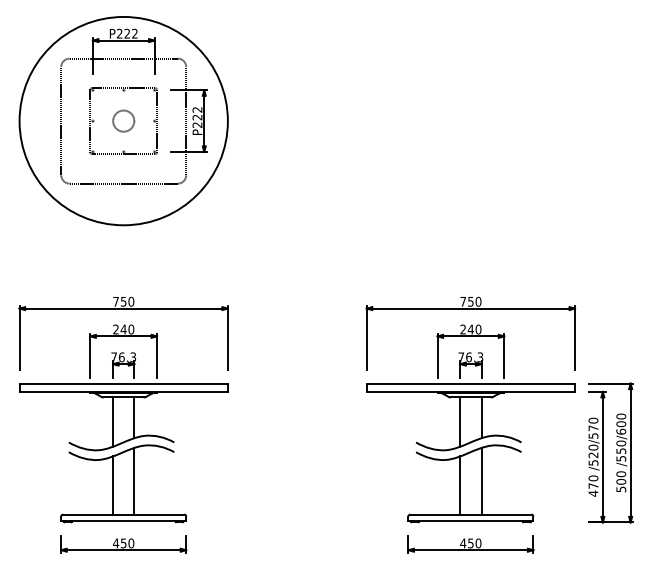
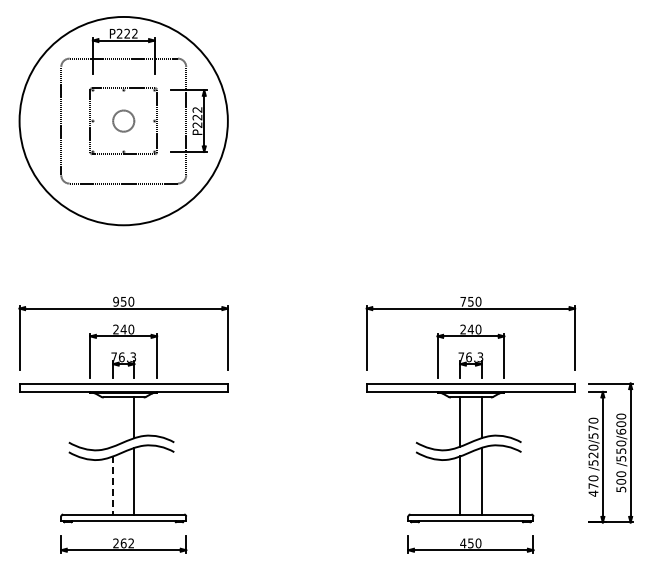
text at (115, 301): 750 -> 950
line at (113, 421): present -> none
line at (113, 485): solid -> dashed
text at (123, 543): 450 -> 262
